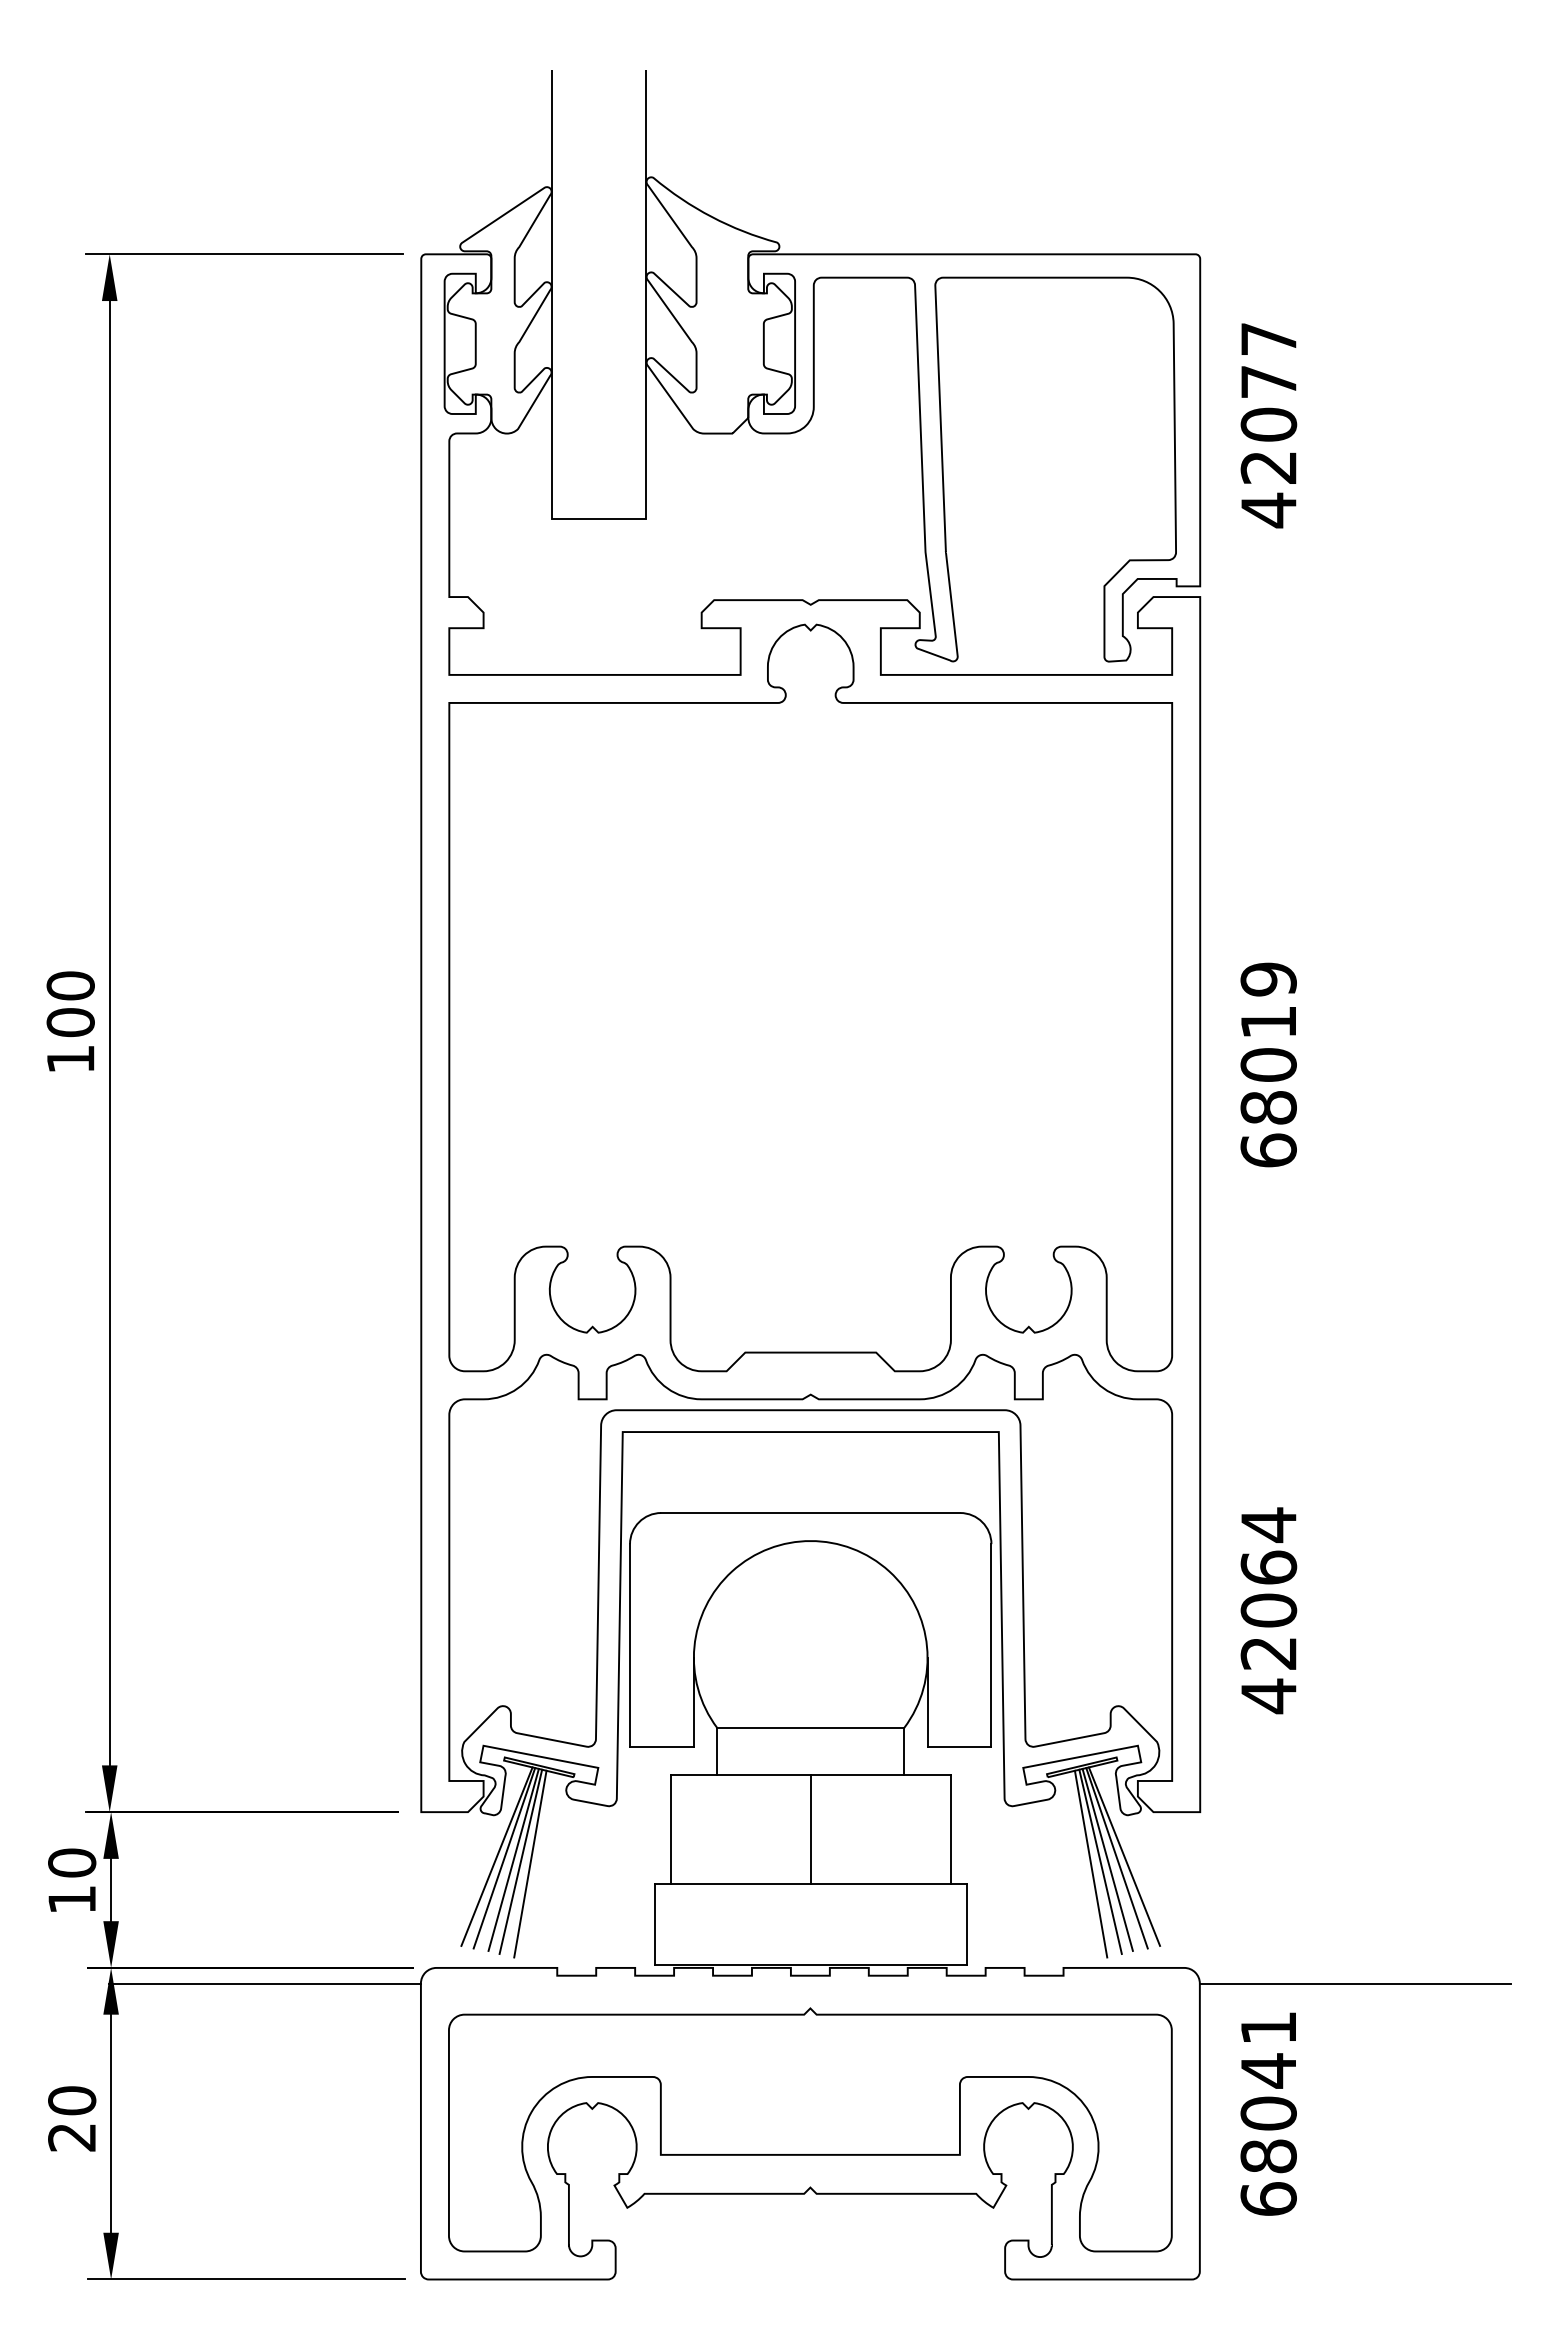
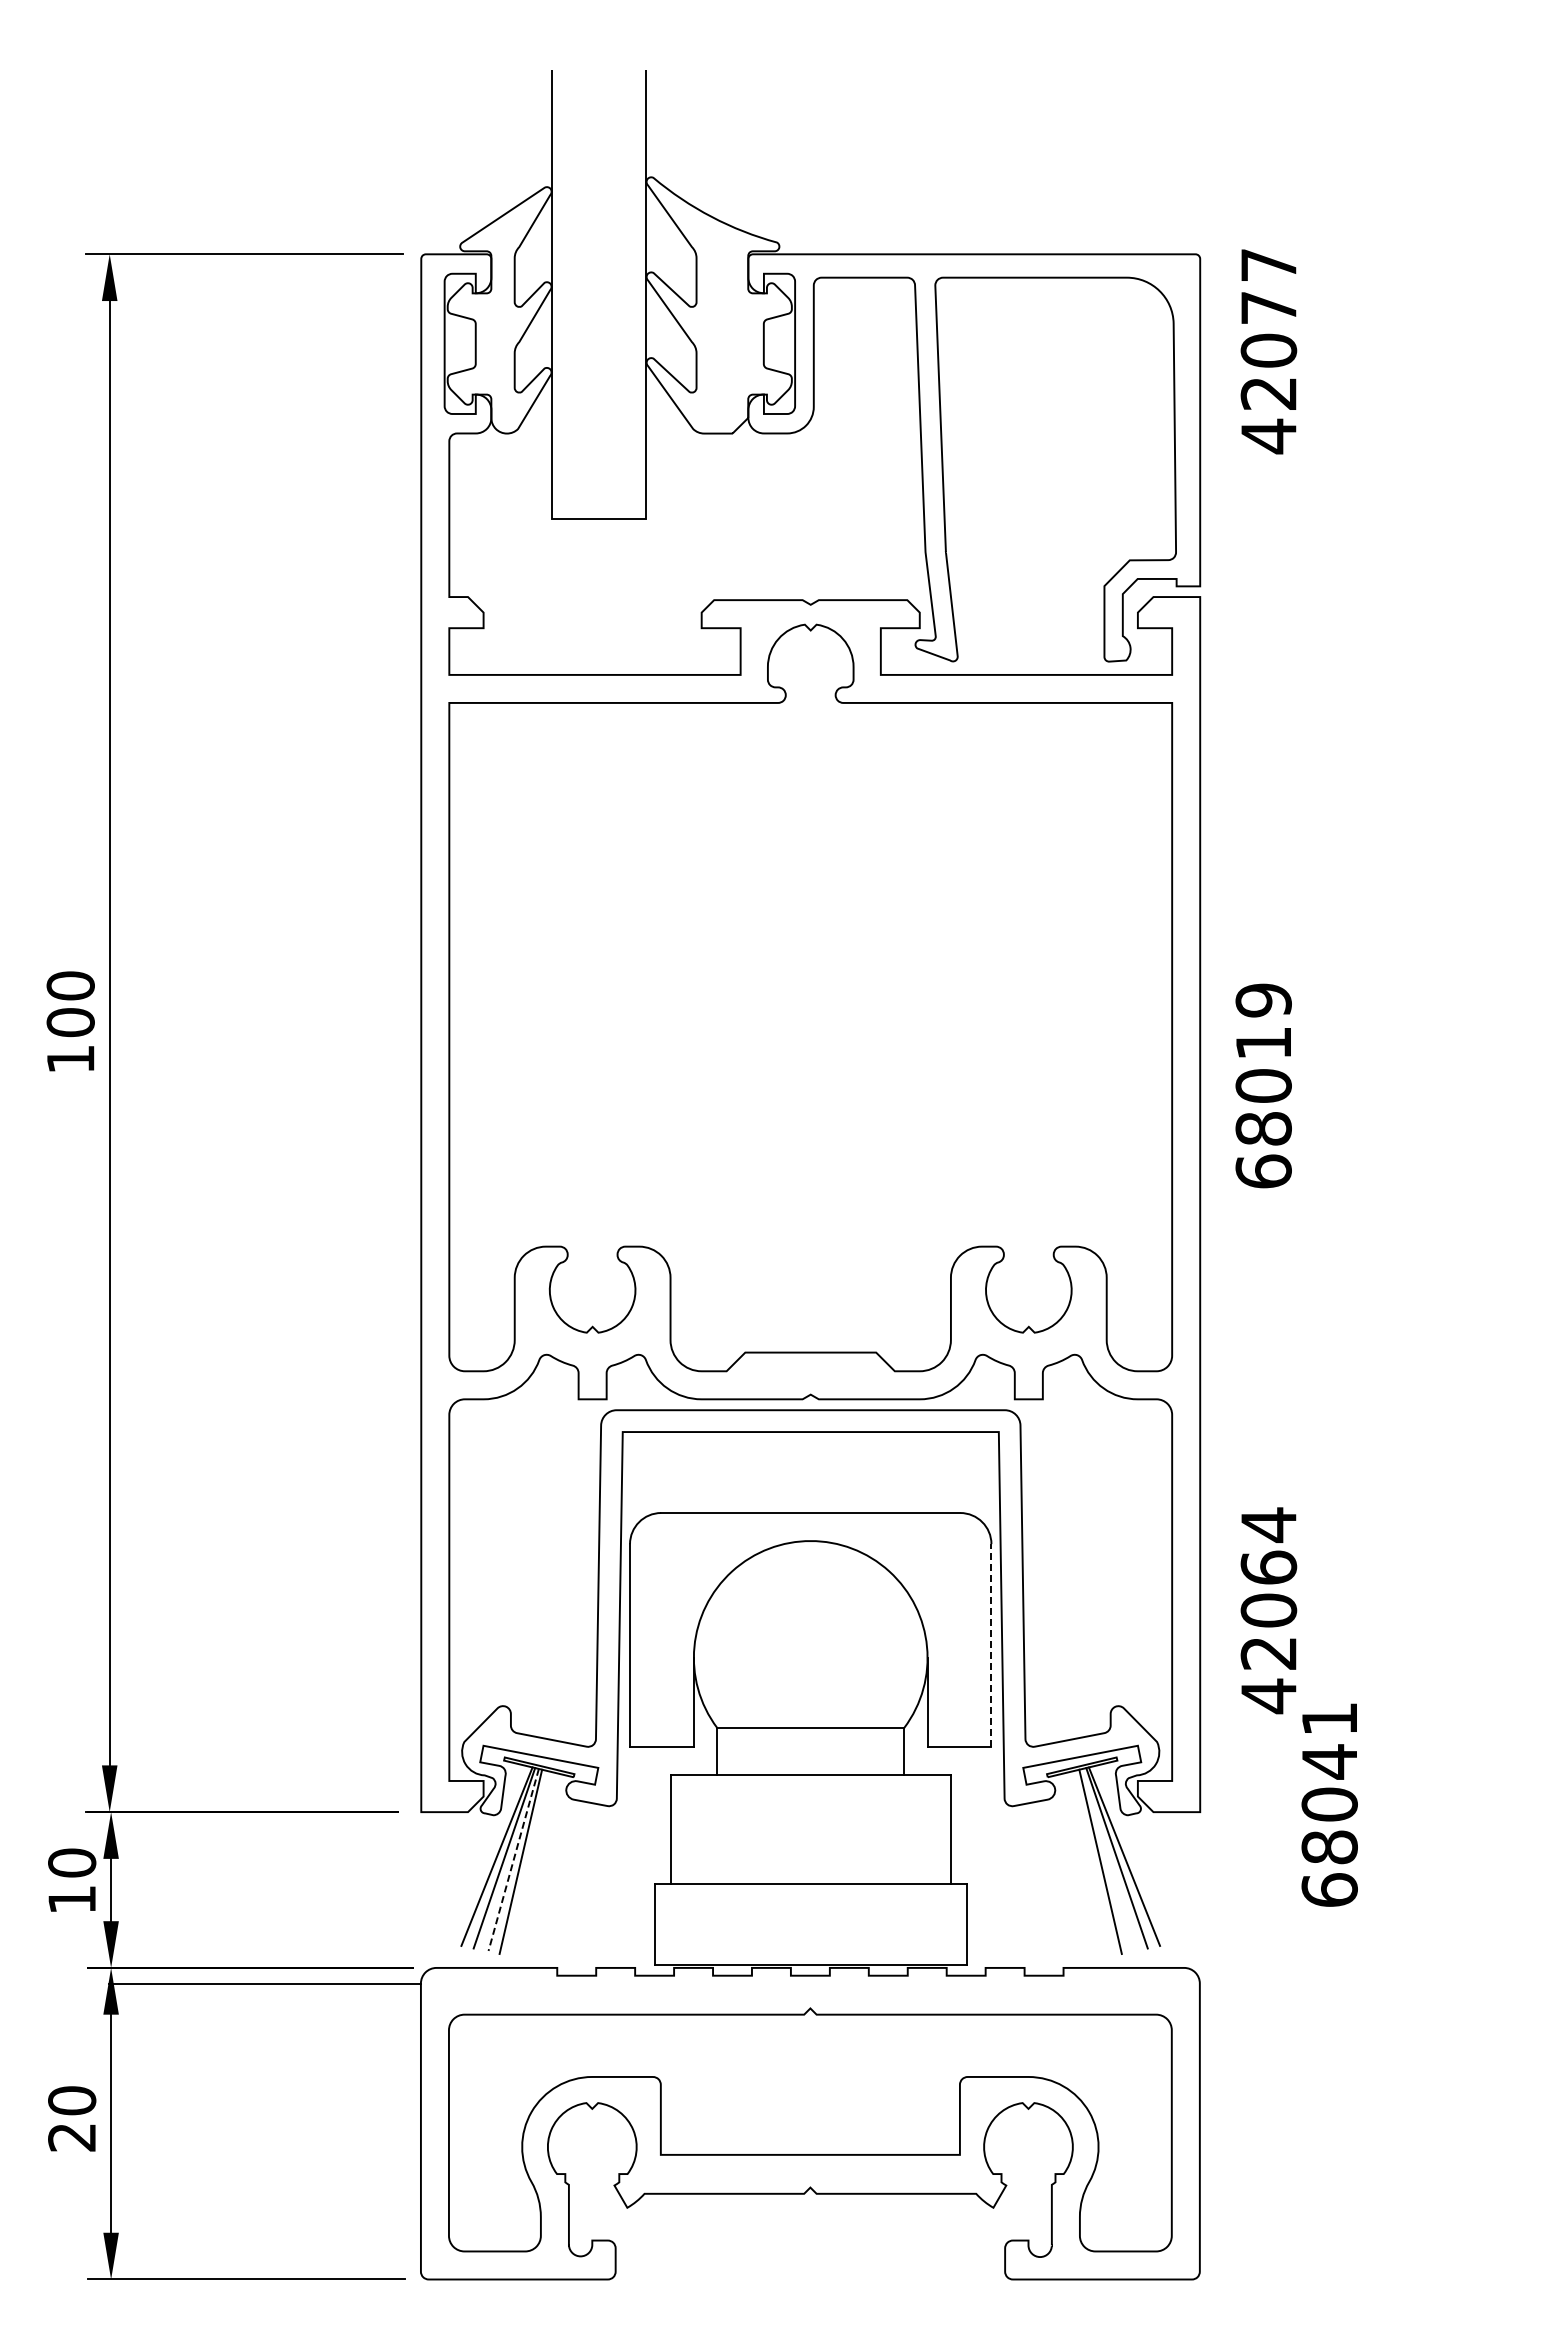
text at (1268, 425) position: (1268, 425) -> (1268, 351)
text at (1268, 1064) position: (1268, 1064) -> (1263, 1085)
line at (991, 1644): solid -> dashed
line at (810, 1828): present -> none
line at (1107, 1859): present -> none
line at (513, 1860): solid -> dashed
line at (530, 1863): present -> none
line at (1090, 1863): present -> none
line at (1355, 1983): present -> none
text at (1268, 2113) position: (1268, 2113) -> (1329, 1804)
